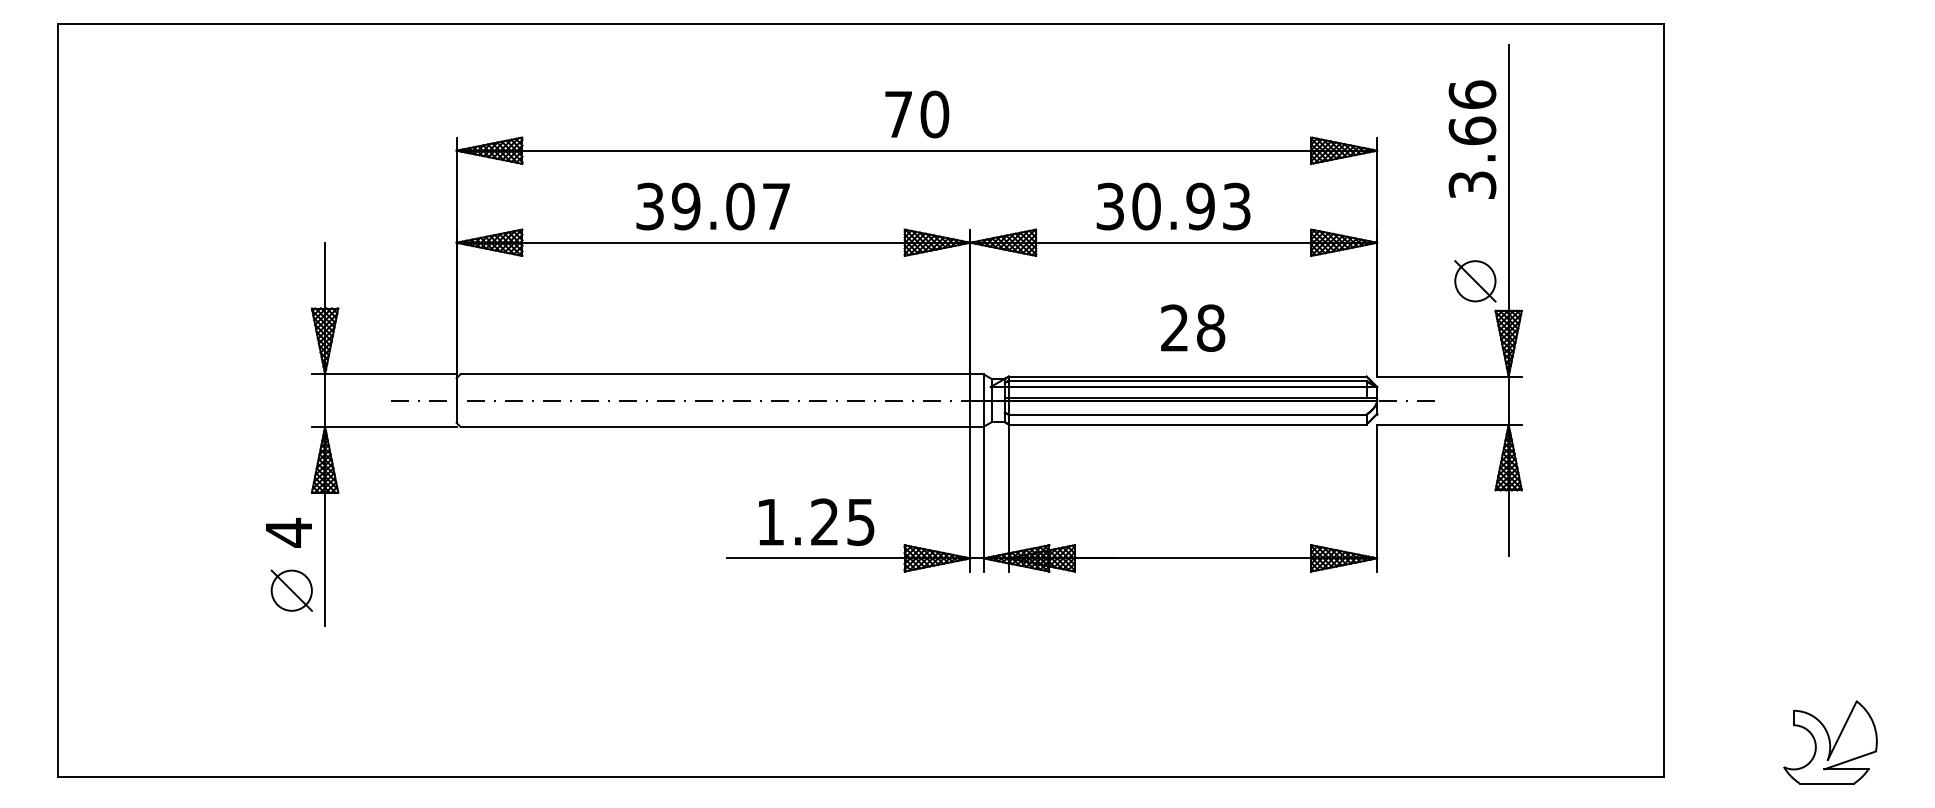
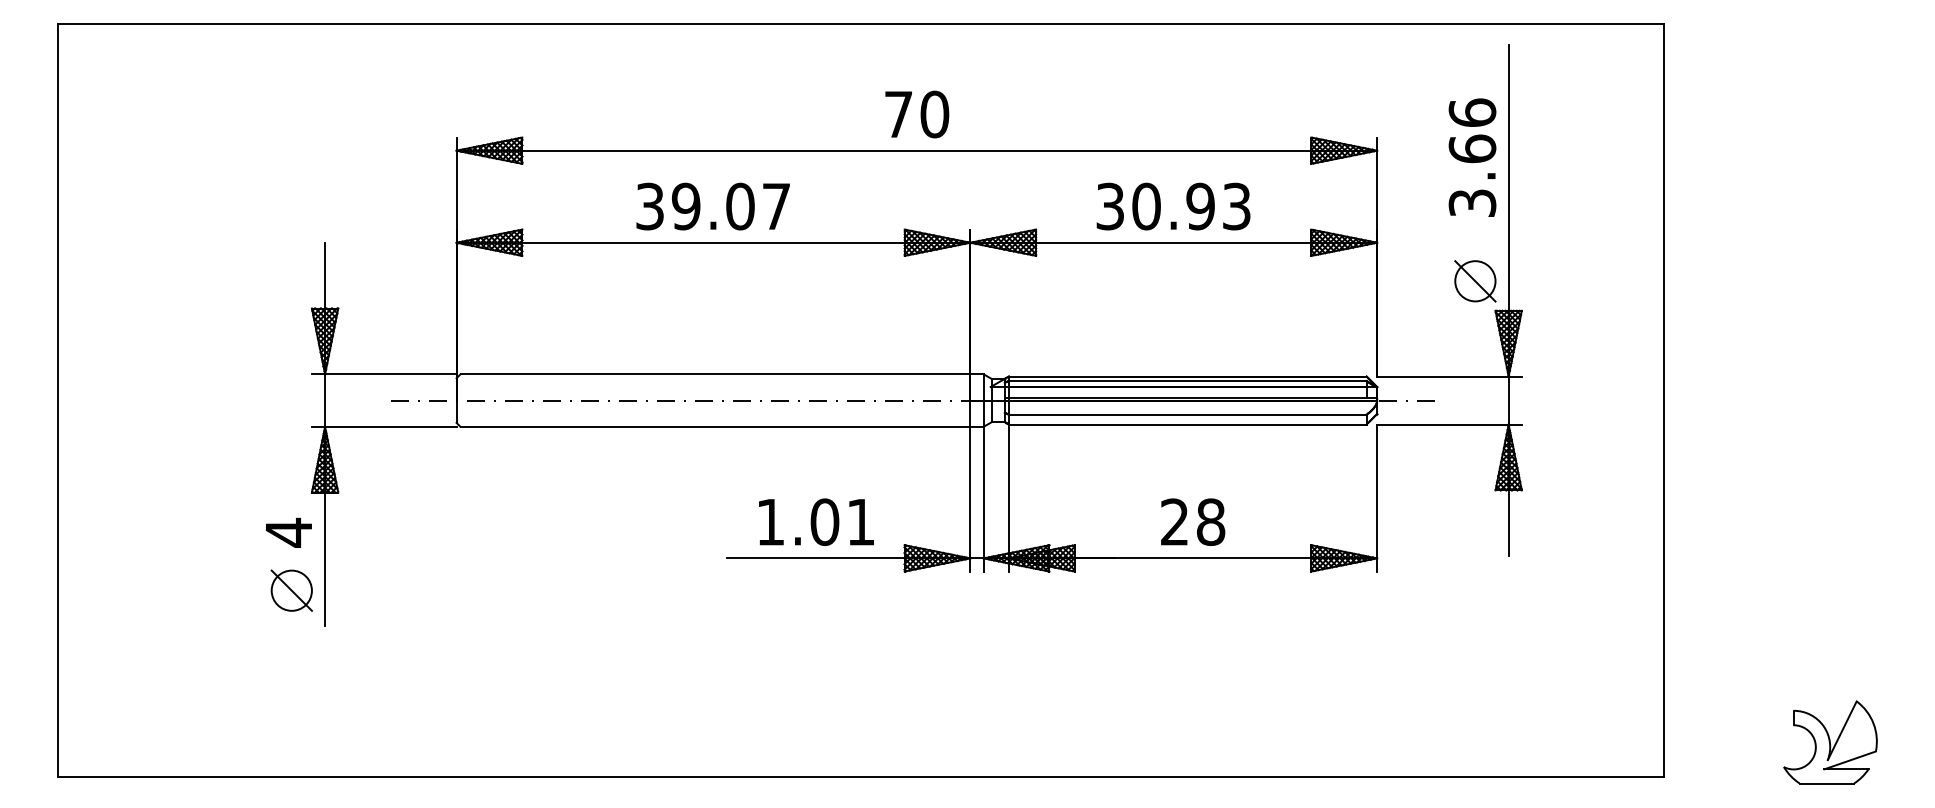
text at (1472, 139) position: (1472, 139) -> (1472, 157)
text at (1193, 327) position: (1193, 327) -> (1193, 521)
text at (842, 522): 1.25 -> 1.01
